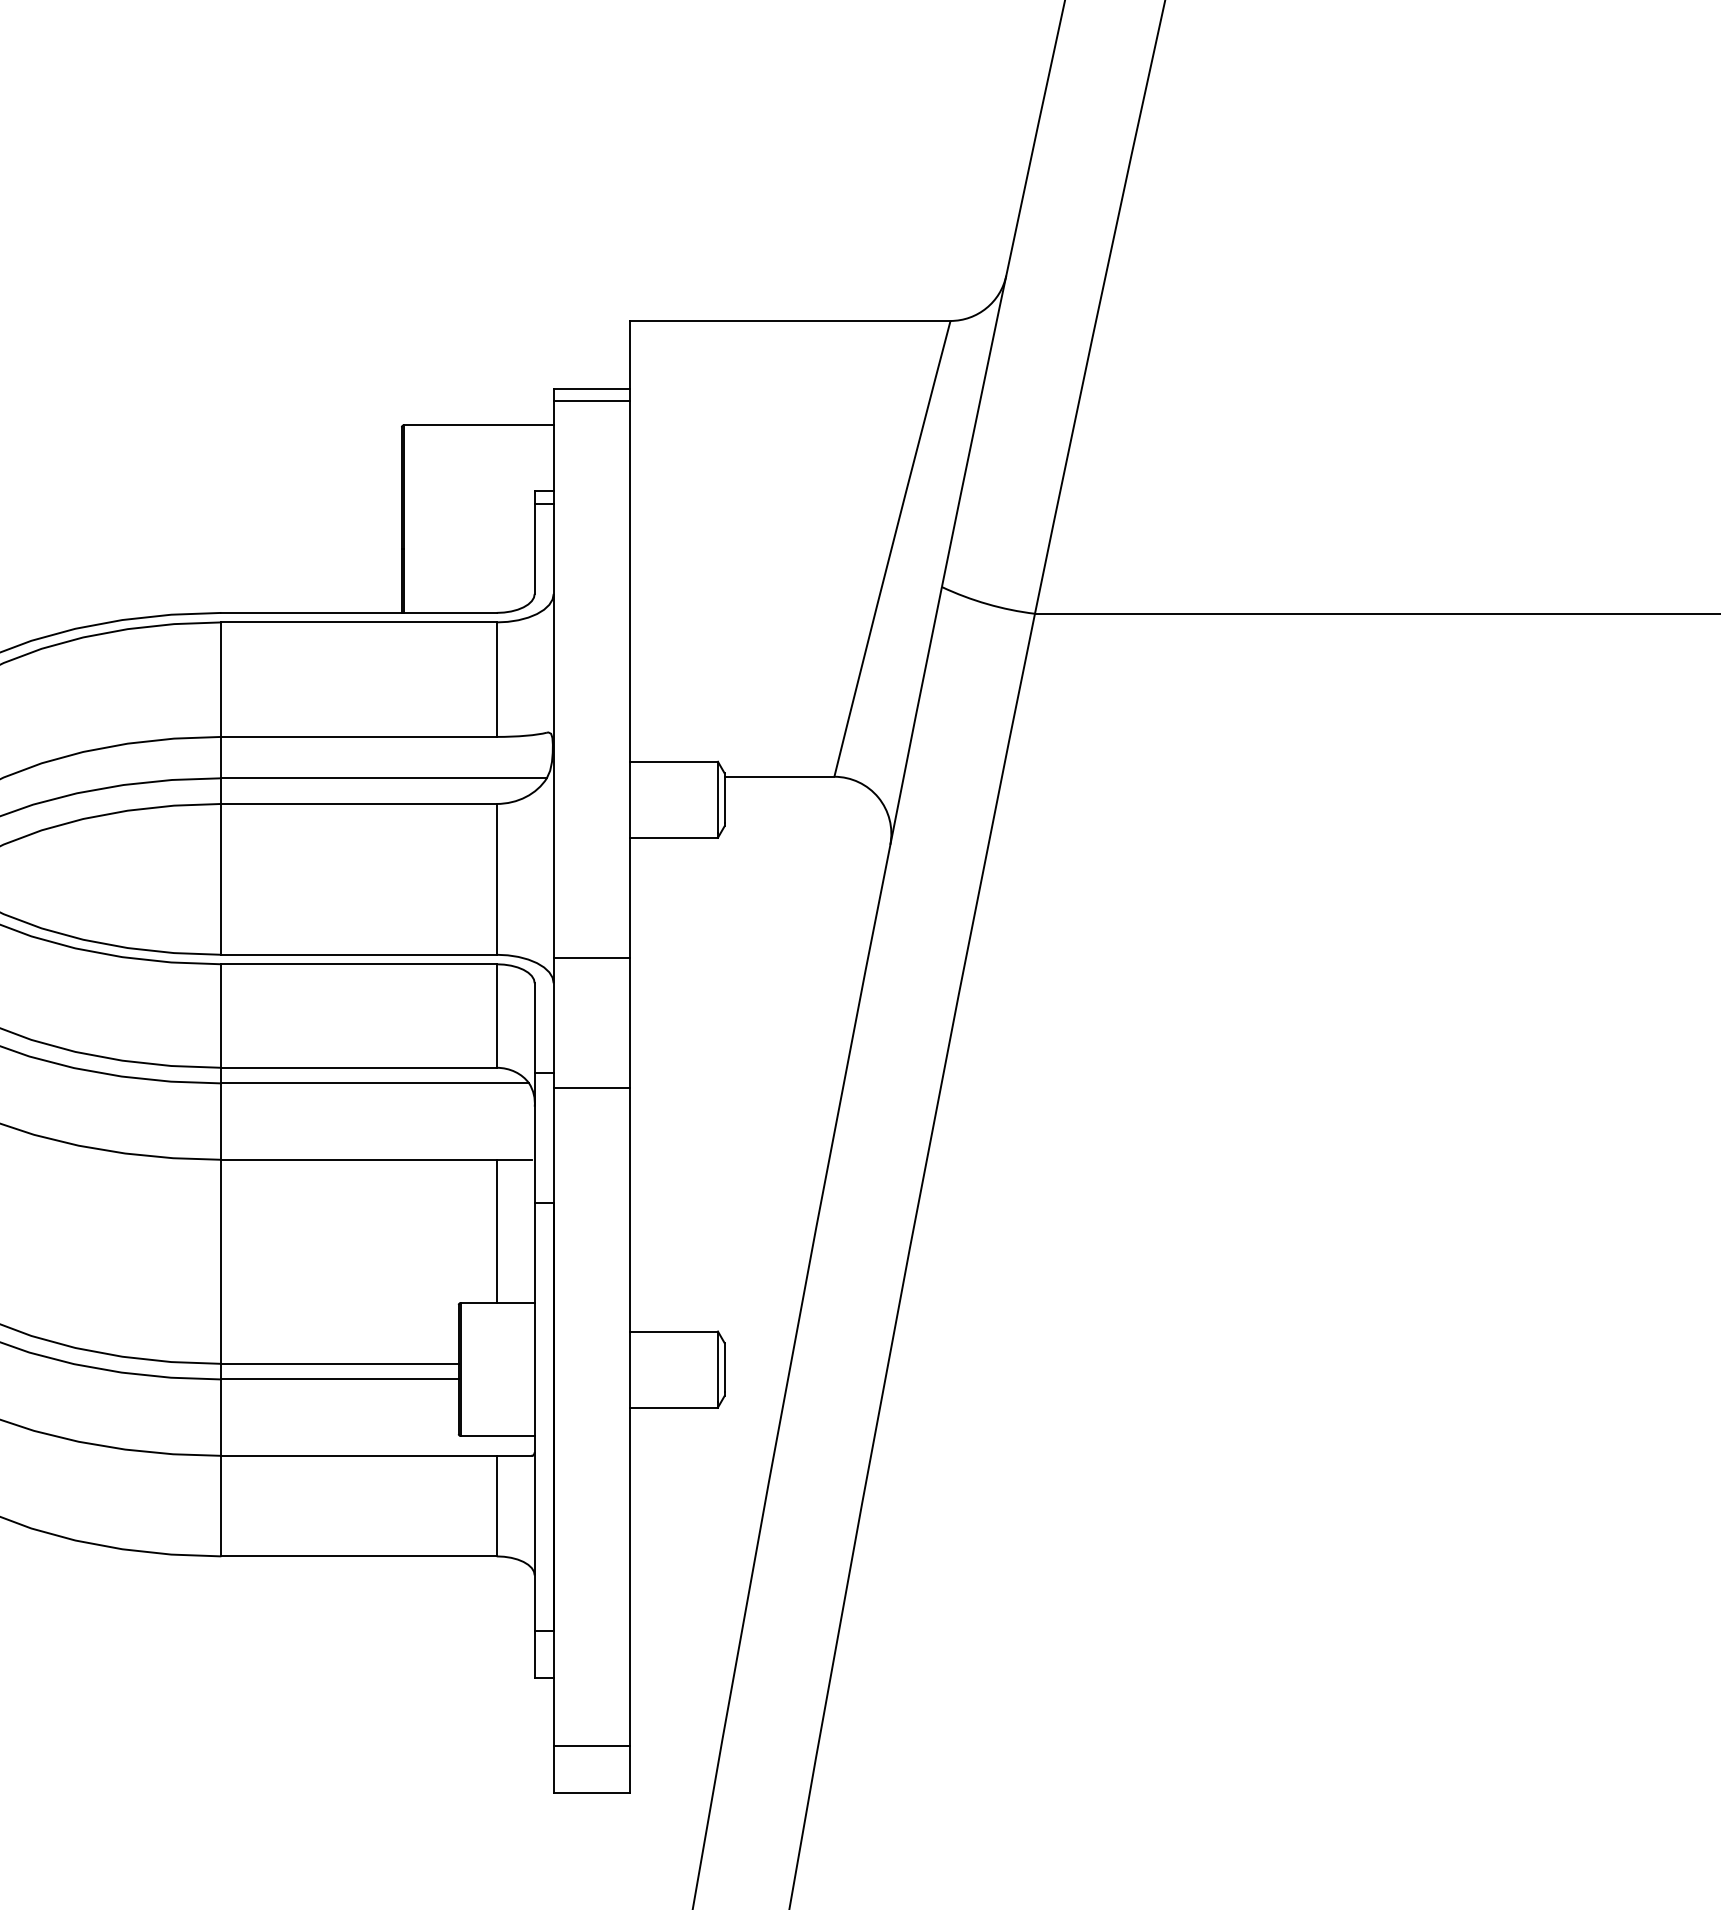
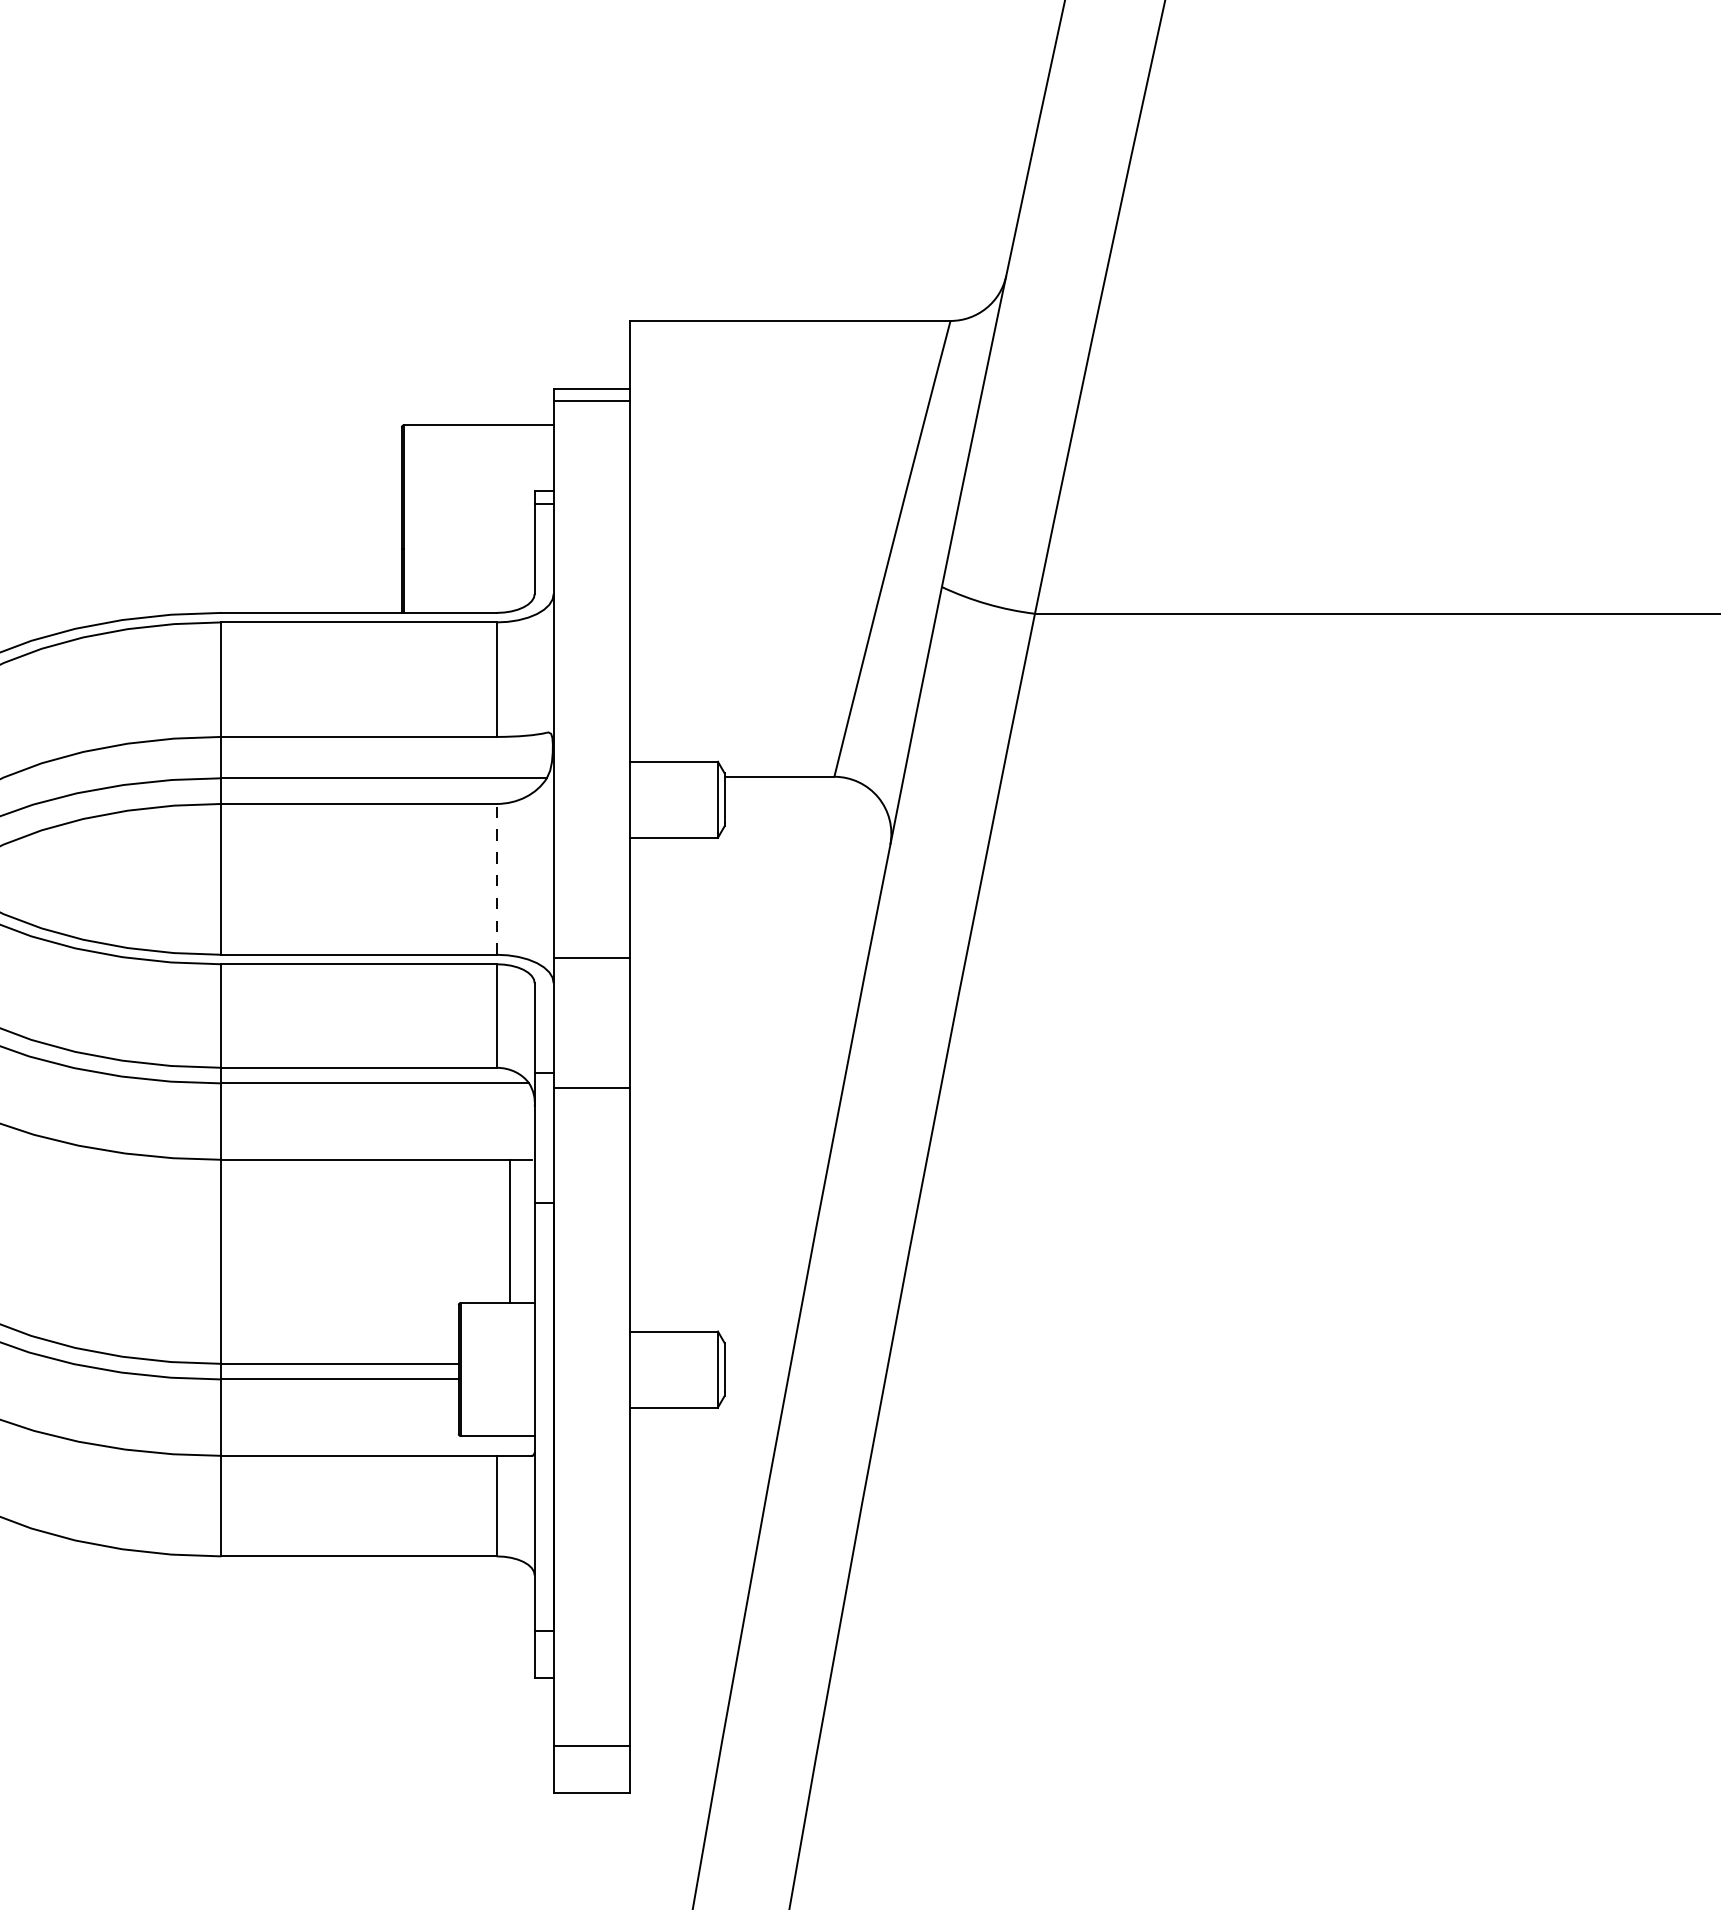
line at (496, 878): solid -> dashed
line at (496, 1231) position: (496, 1231) -> (509, 1231)
